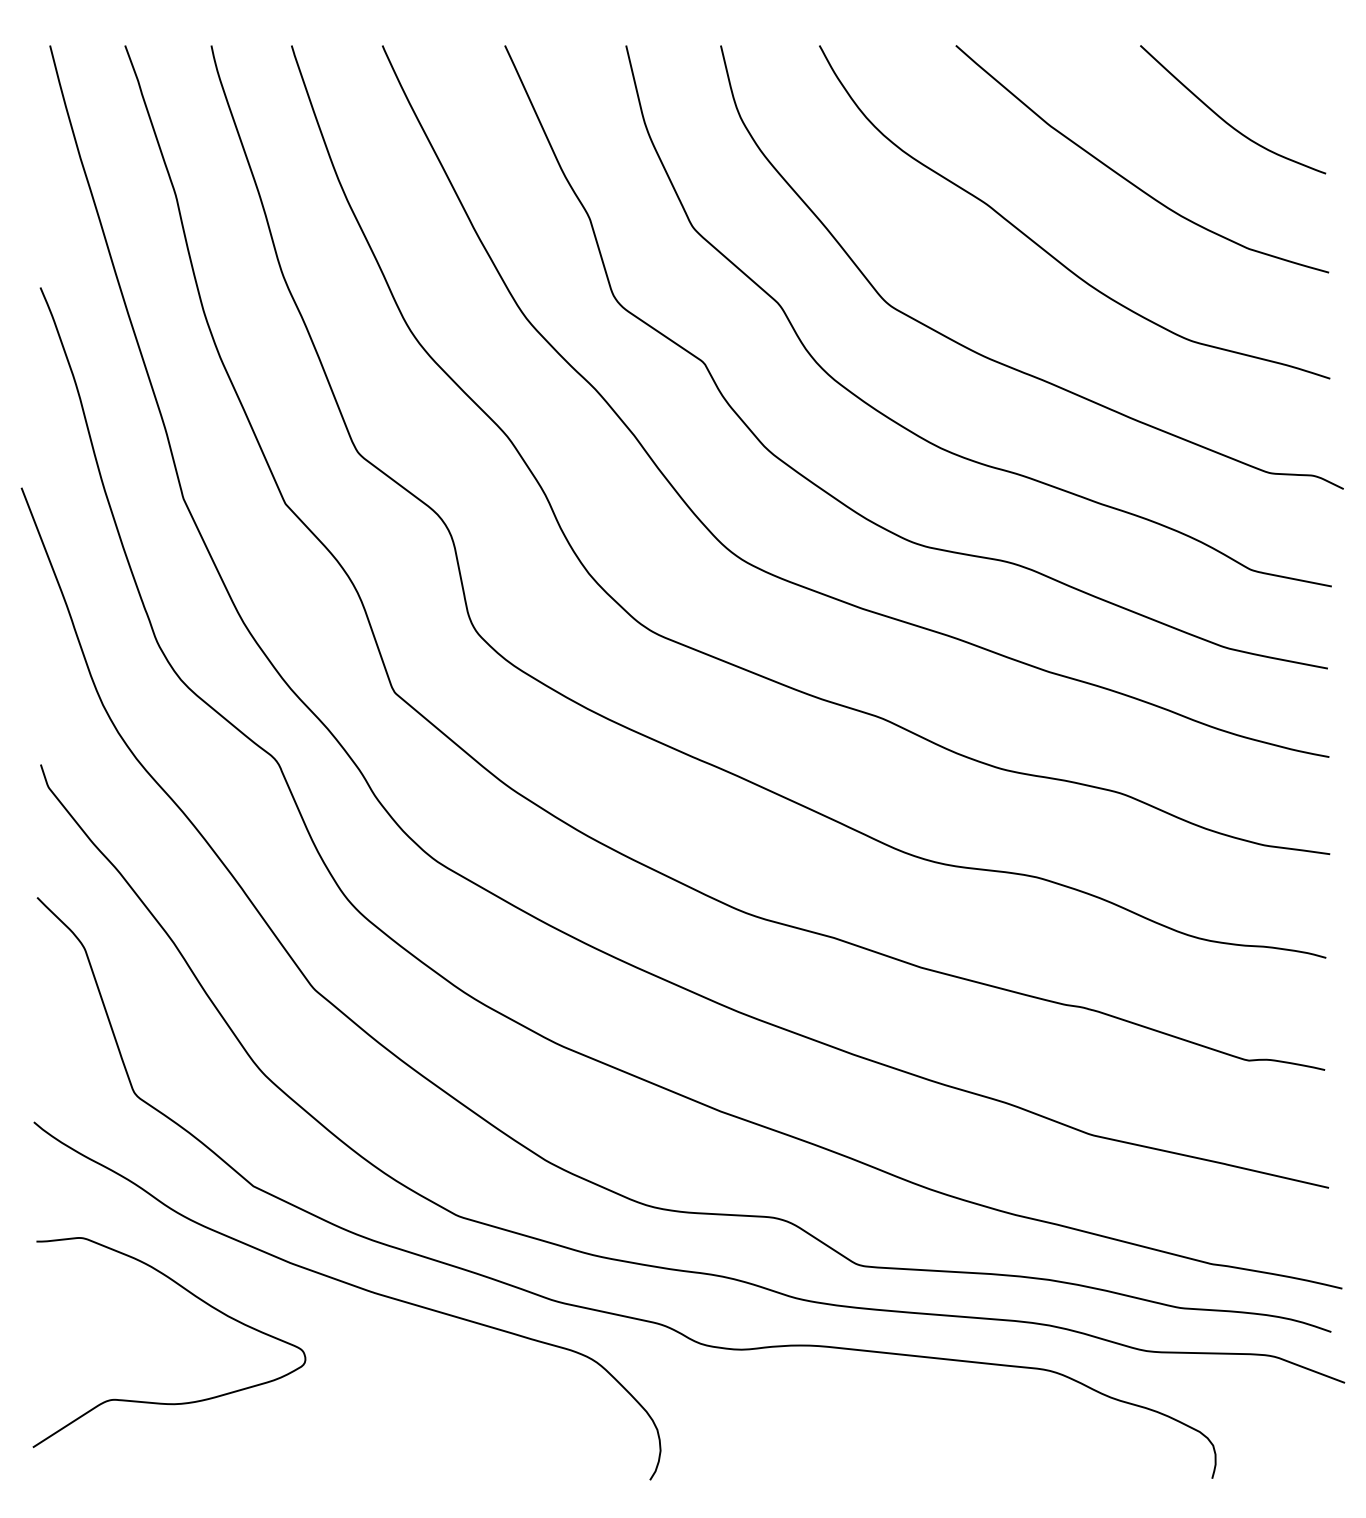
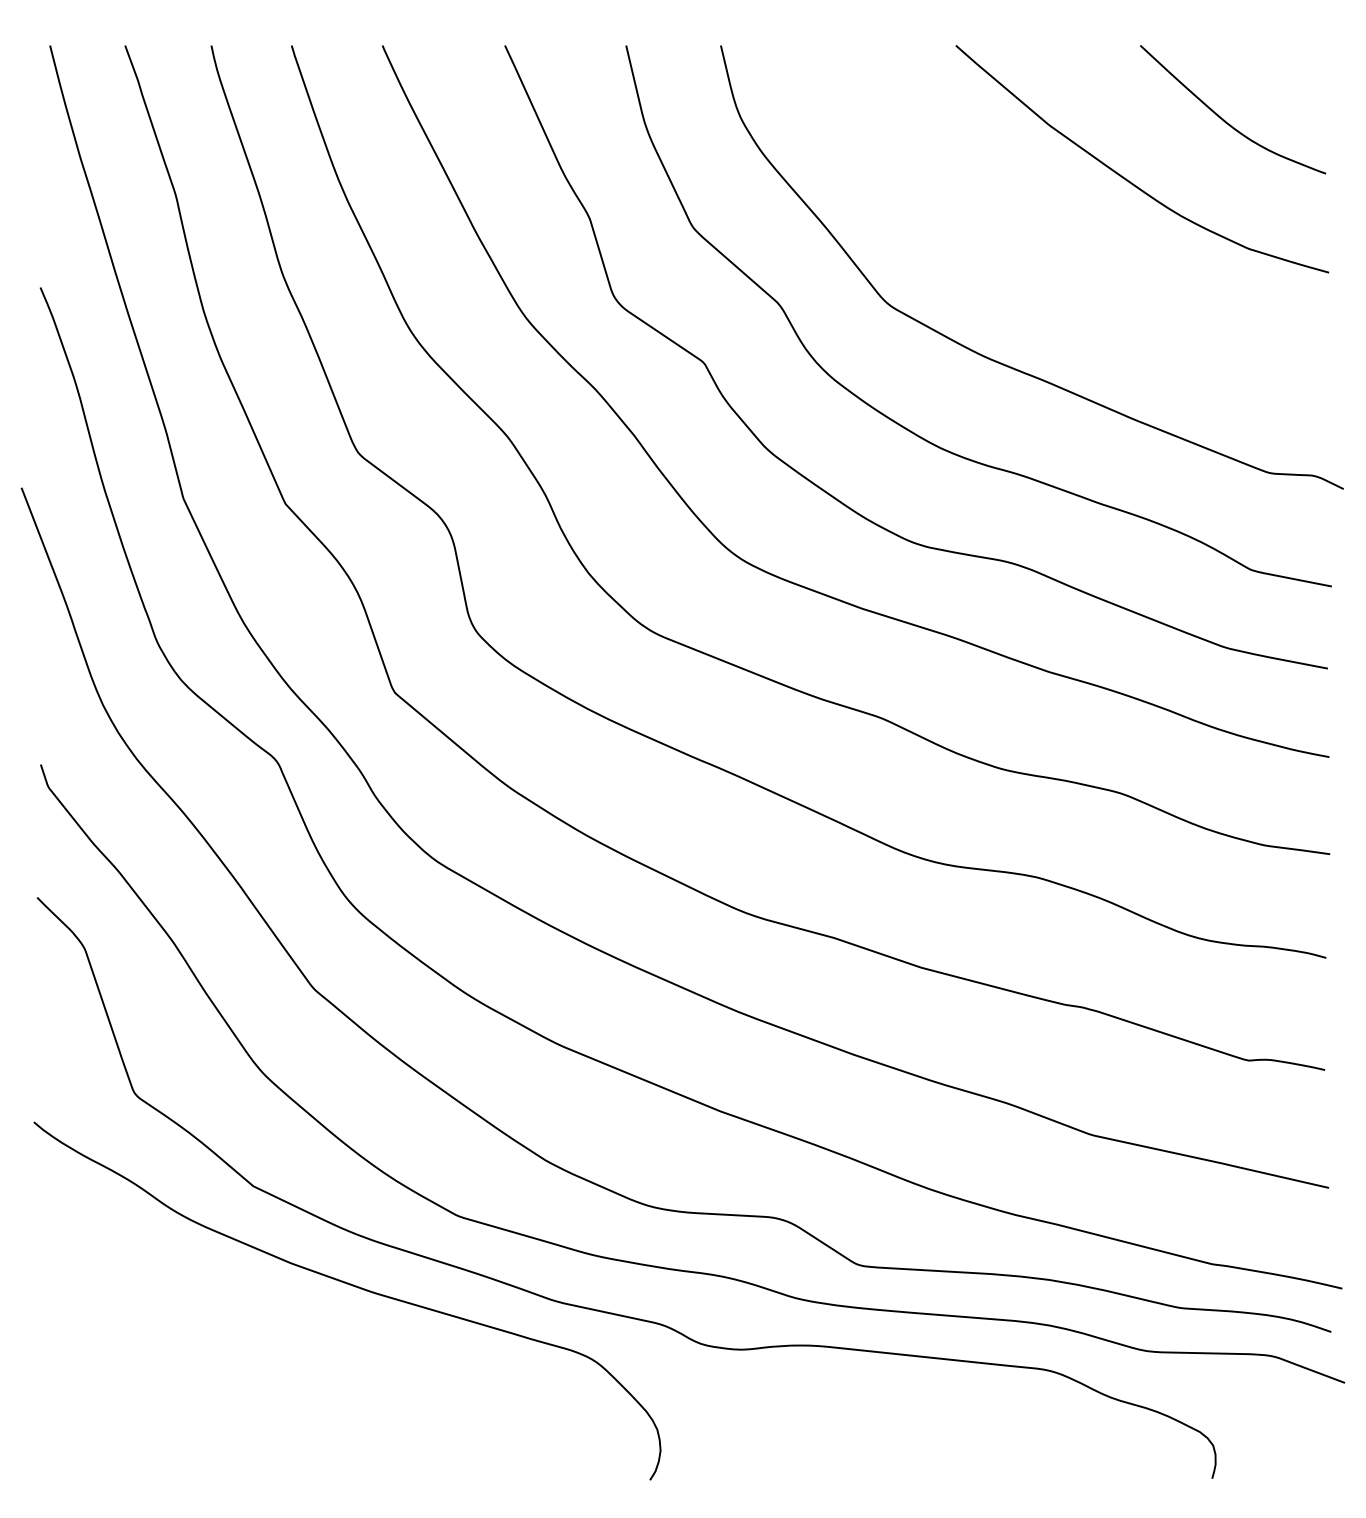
curve at (1045, 249): present -> none
curve at (198, 1299): present -> none
